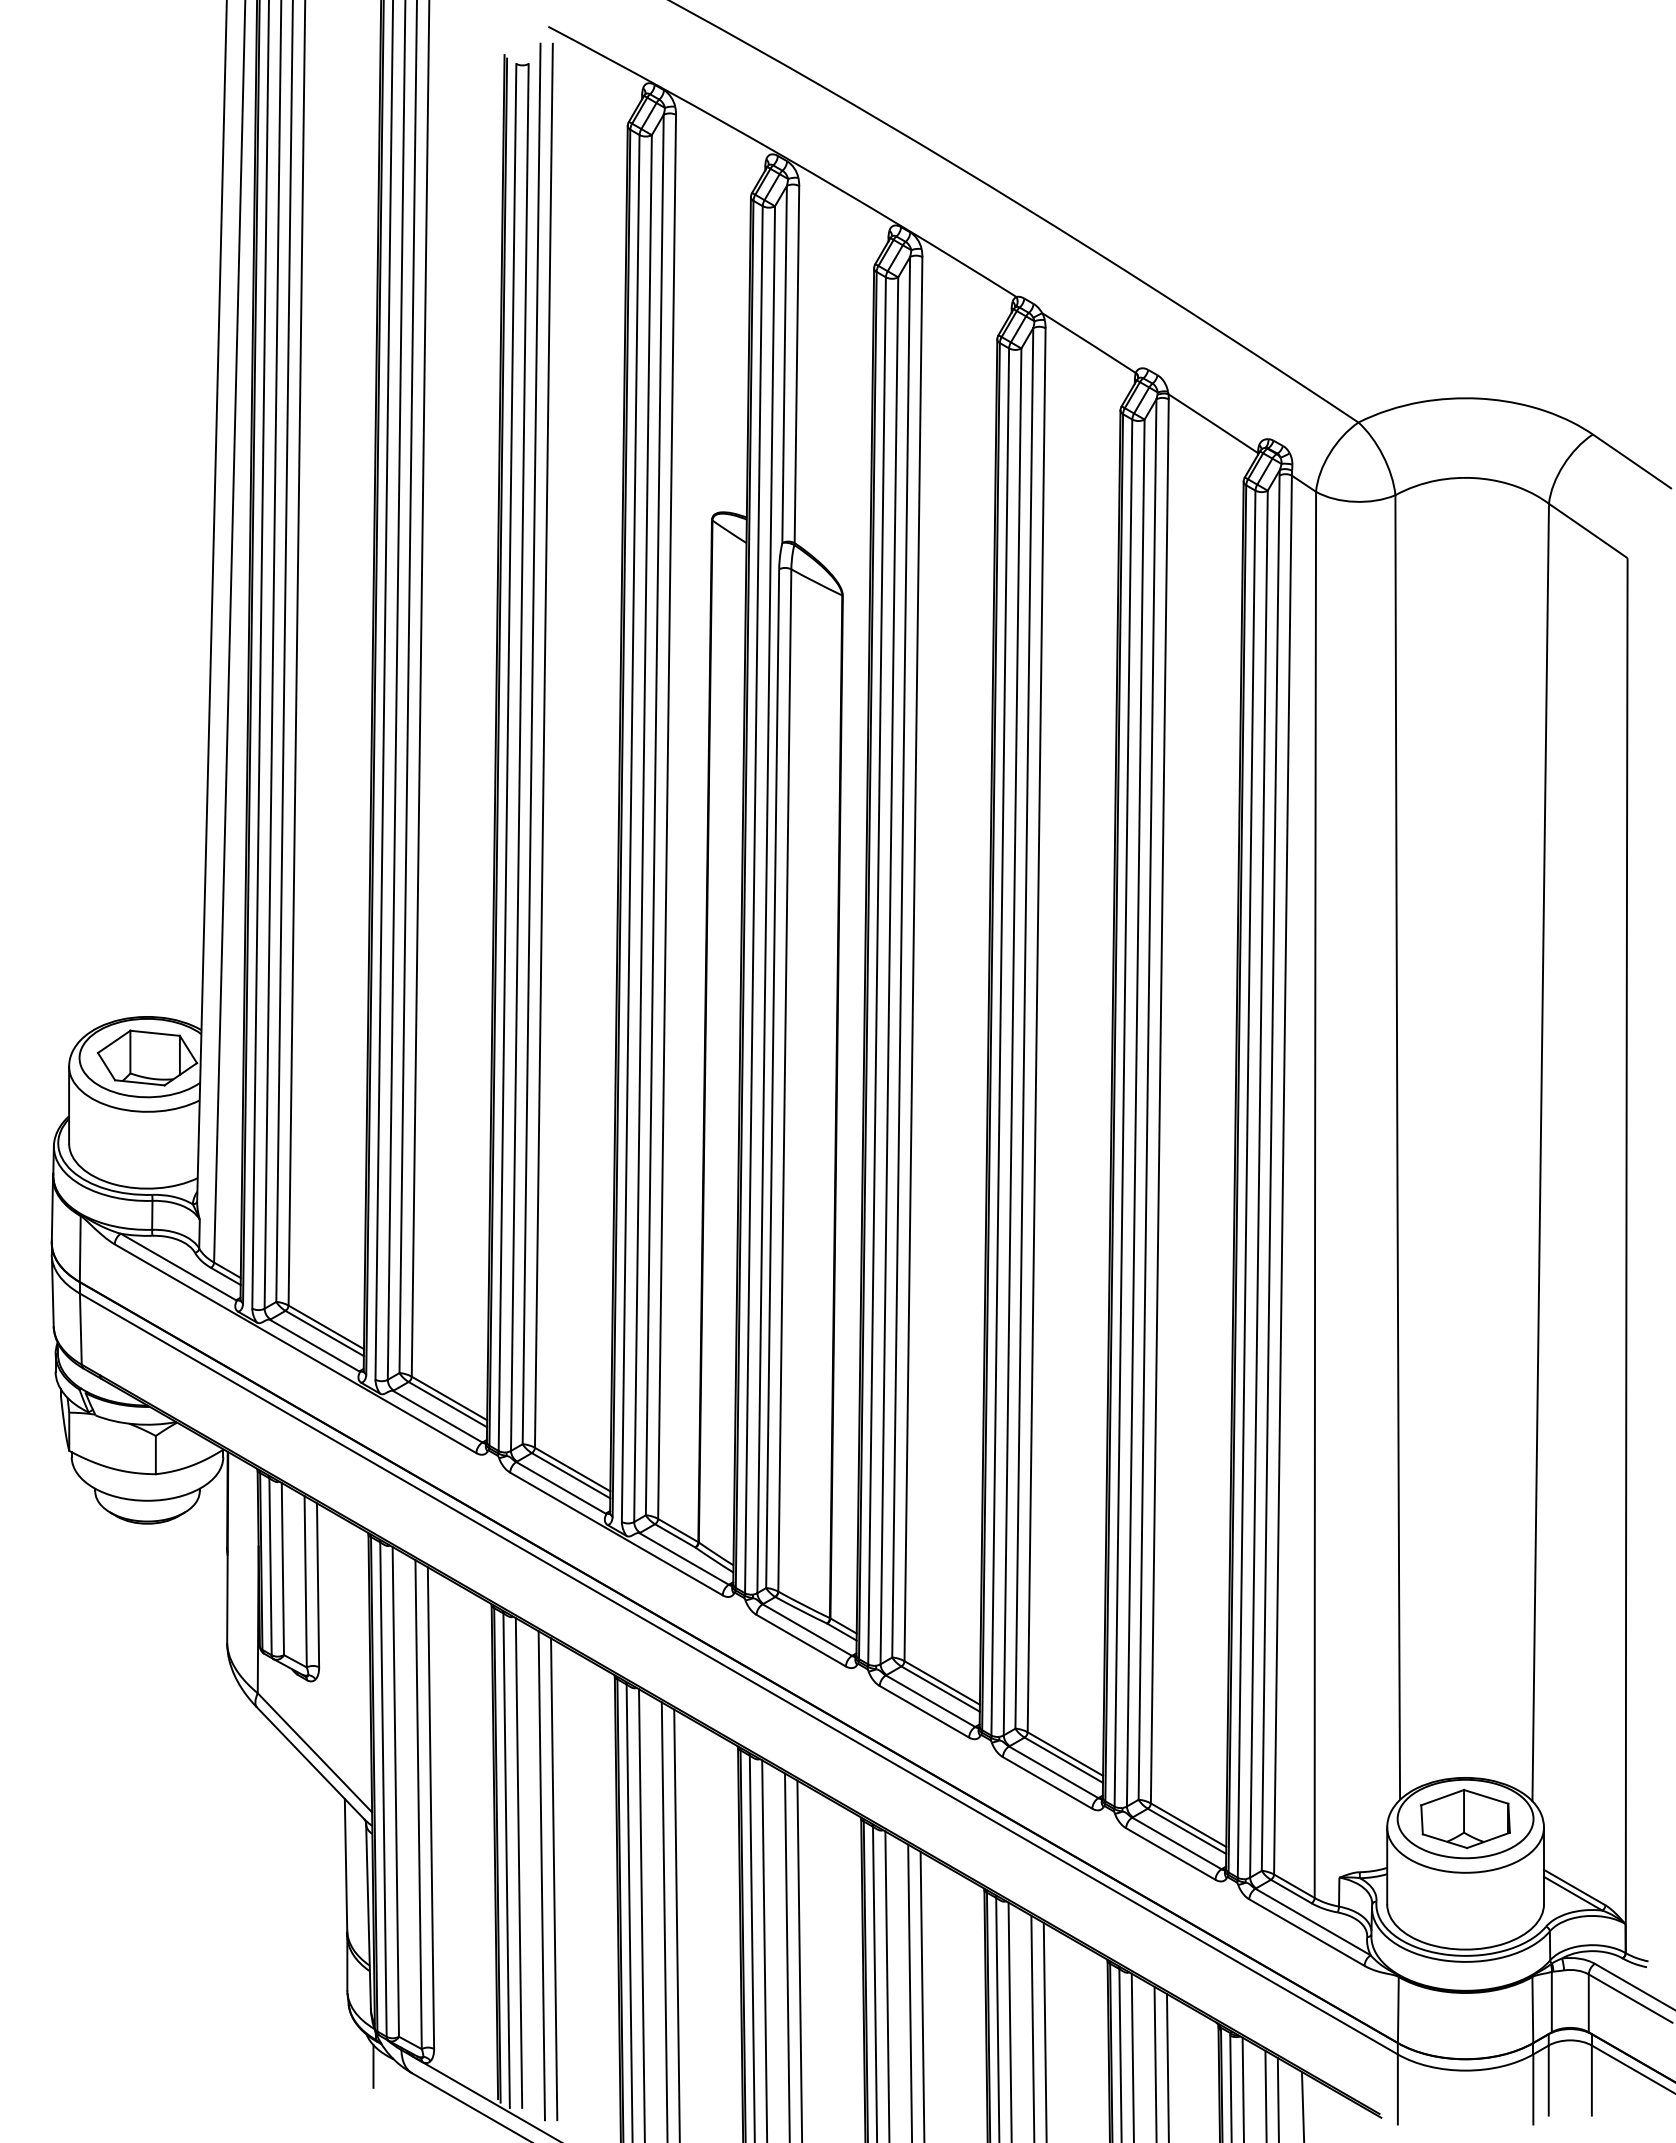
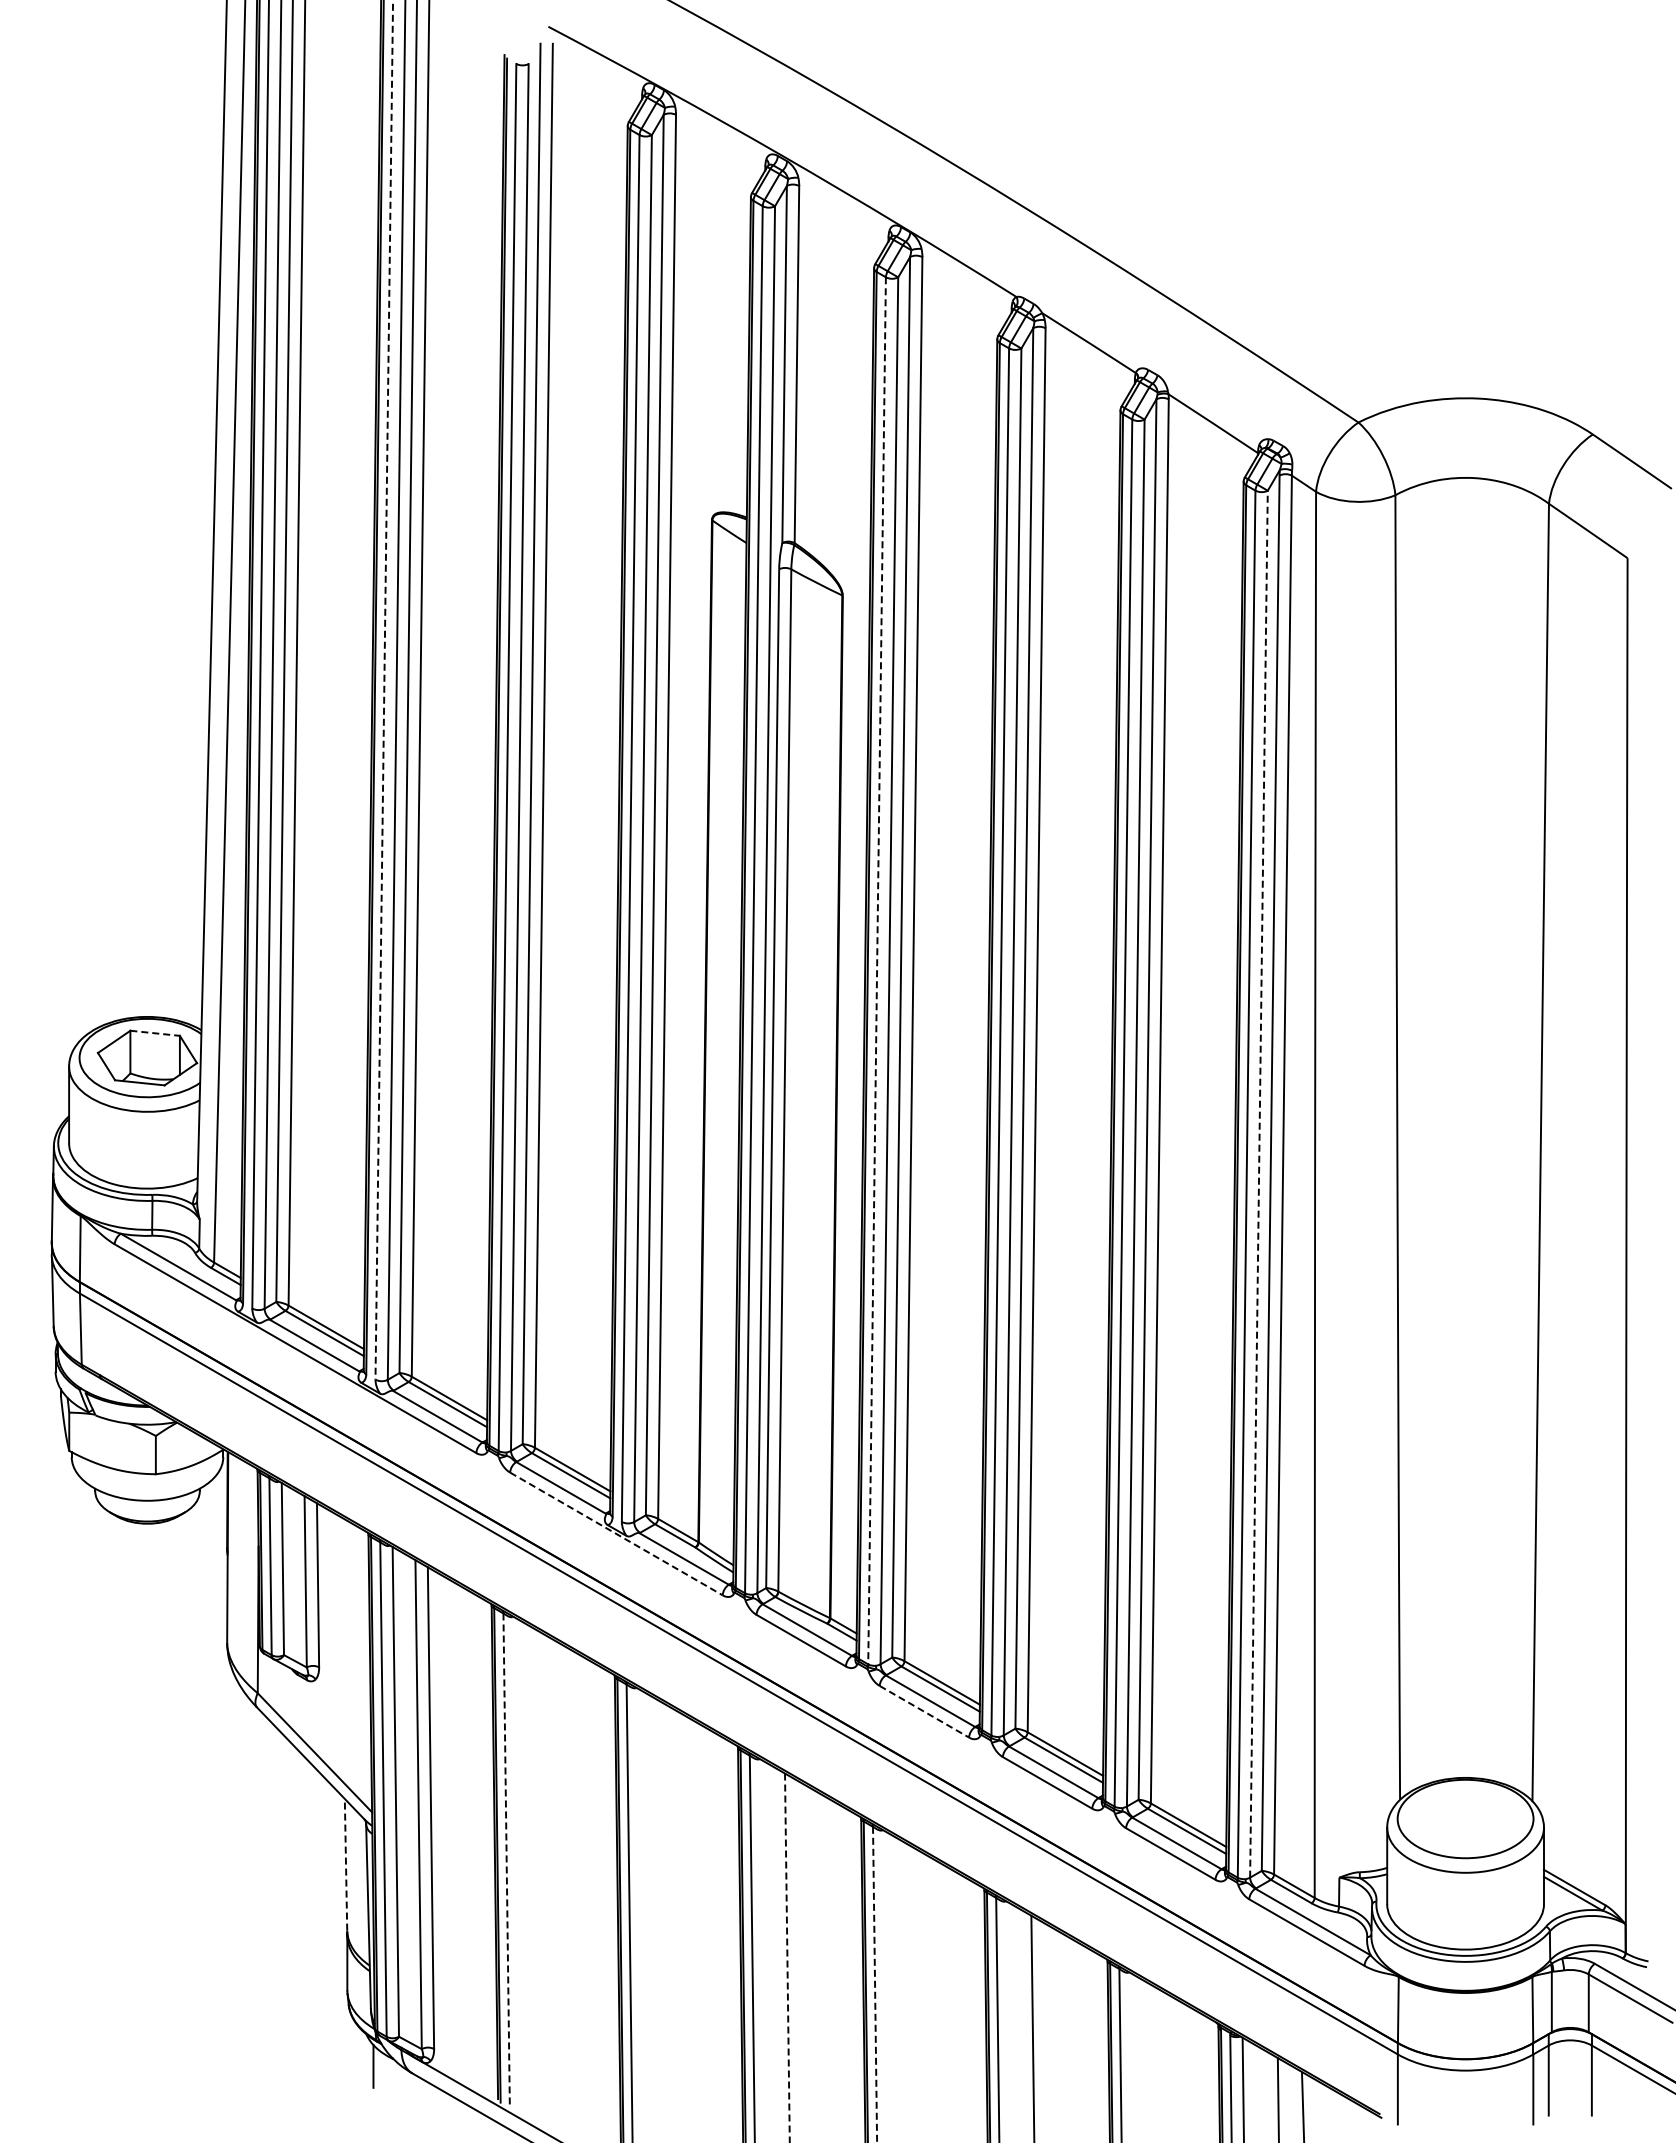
line at (384, 690): solid -> dashed
line at (877, 970): solid -> dashed
line at (155, 1033): solid -> dashed
line at (1258, 1184): solid -> dashed
line at (616, 1533): solid -> dashed
line at (924, 1711): solid -> dashed
part at (1465, 1819): present -> none
line at (506, 1861): solid -> dashed
line at (518, 1862): present -> none
line at (346, 1864): solid -> dashed
line at (541, 1875): present -> none
line at (554, 1879): present -> none
line at (641, 1914): present -> none
line at (664, 1920): present -> none
line at (676, 1924): present -> none
line at (764, 1949): present -> none
line at (787, 1958): solid -> dashed
line at (799, 1959): present -> none
line at (875, 1984): solid -> dashed
line at (887, 1985): present -> none
line at (910, 1991): present -> none
line at (922, 1995): present -> none
line at (1009, 2020): present -> none
line at (1044, 2030): present -> none
line at (1132, 2056): present -> none
line at (1155, 2062): present -> none
line at (1167, 2066): present -> none
line at (1265, 2094): present -> none
